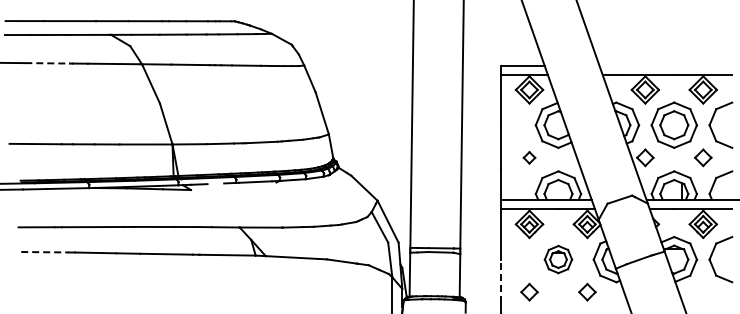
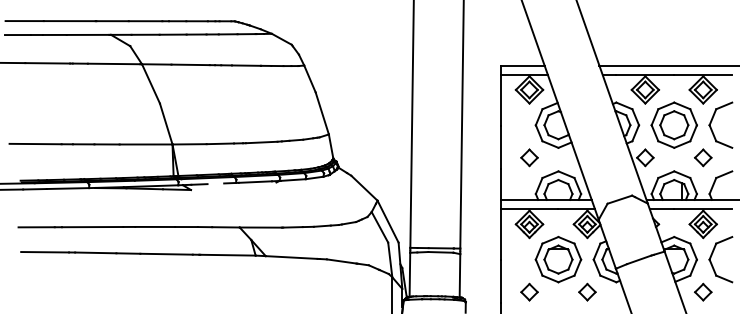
line at (48, 63): dashed -> solid
line at (667, 65): none -> present
part at (529, 157) size: 15x14 px -> 19x20 px
line at (45, 252): dashed -> solid
part at (558, 259) size: 31x31 px -> 49x49 px
line at (500, 281): dashed -> solid
part at (703, 291): none -> present
